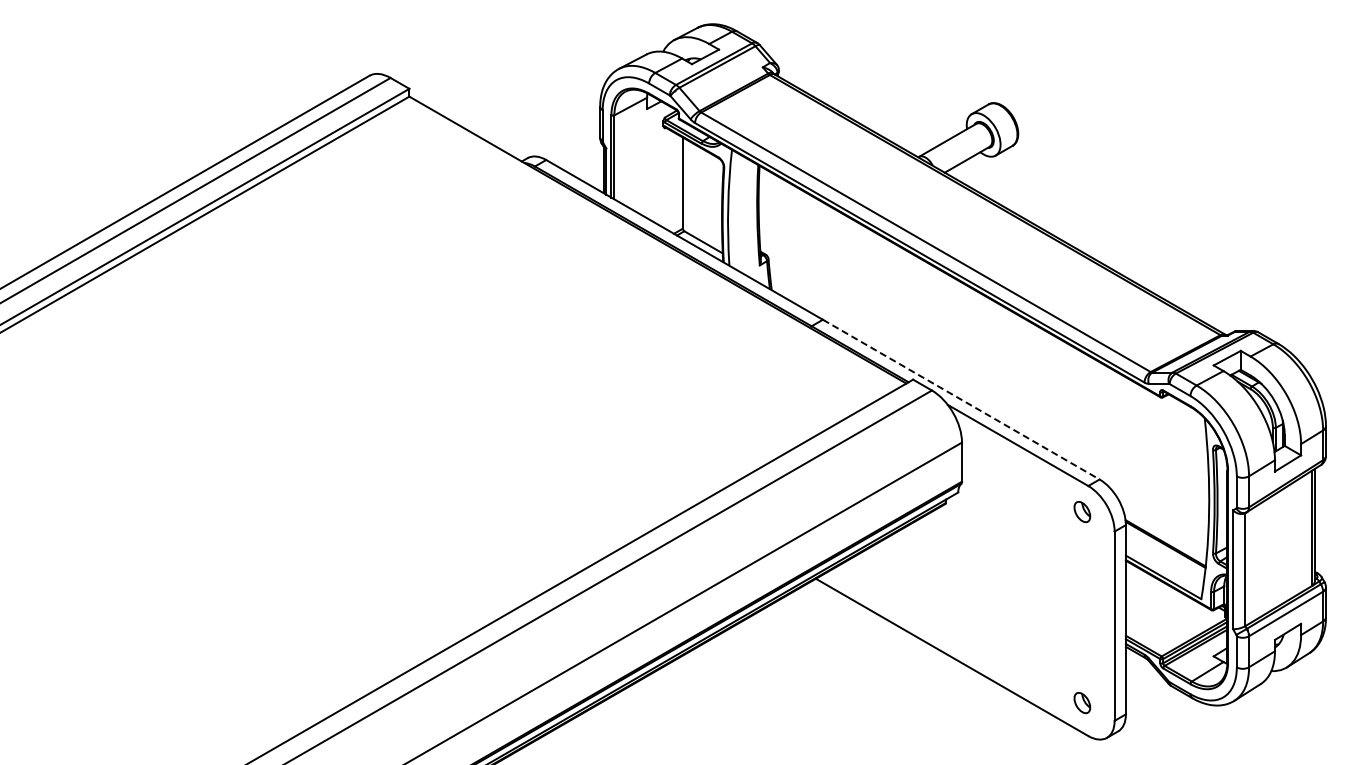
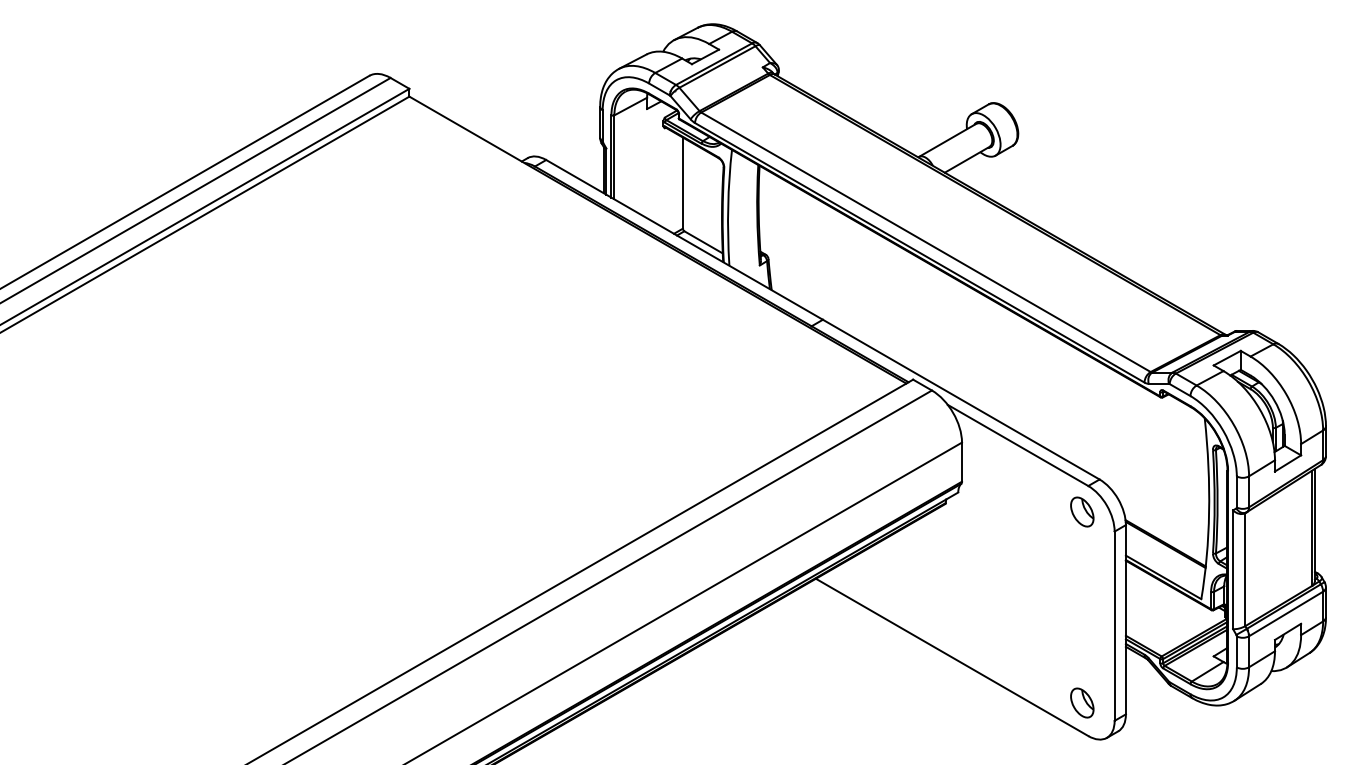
line at (961, 399): dashed -> solid
part at (1082, 512) size: 19x23 px -> 25x32 px
part at (1082, 703) size: 19x23 px -> 25x32 px
